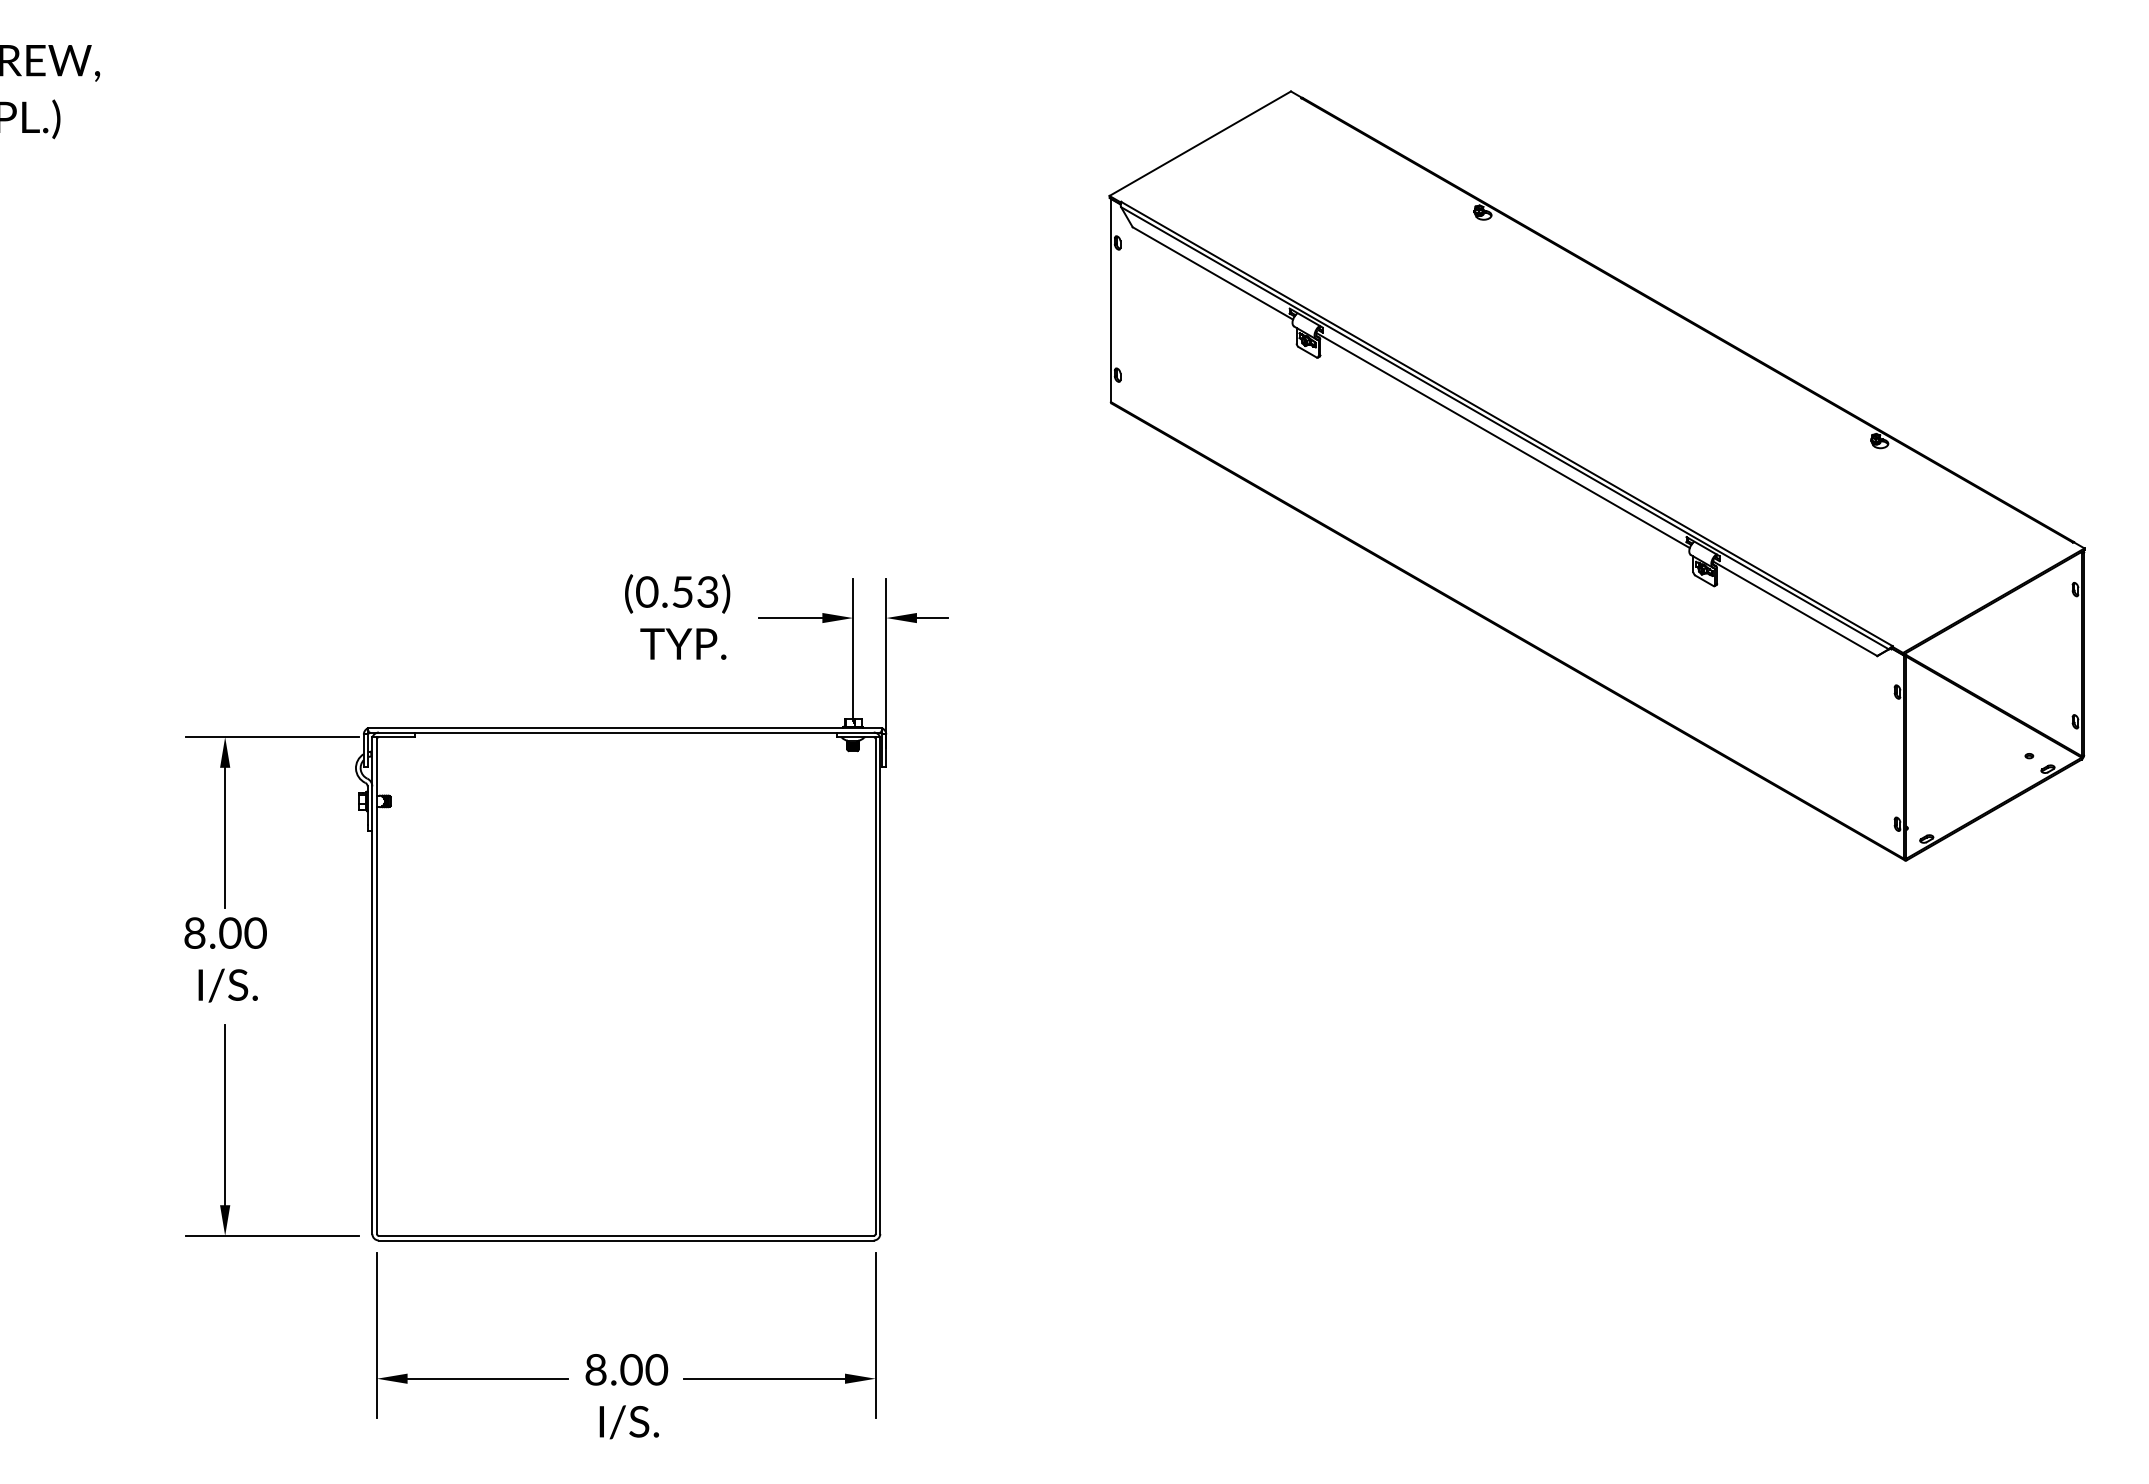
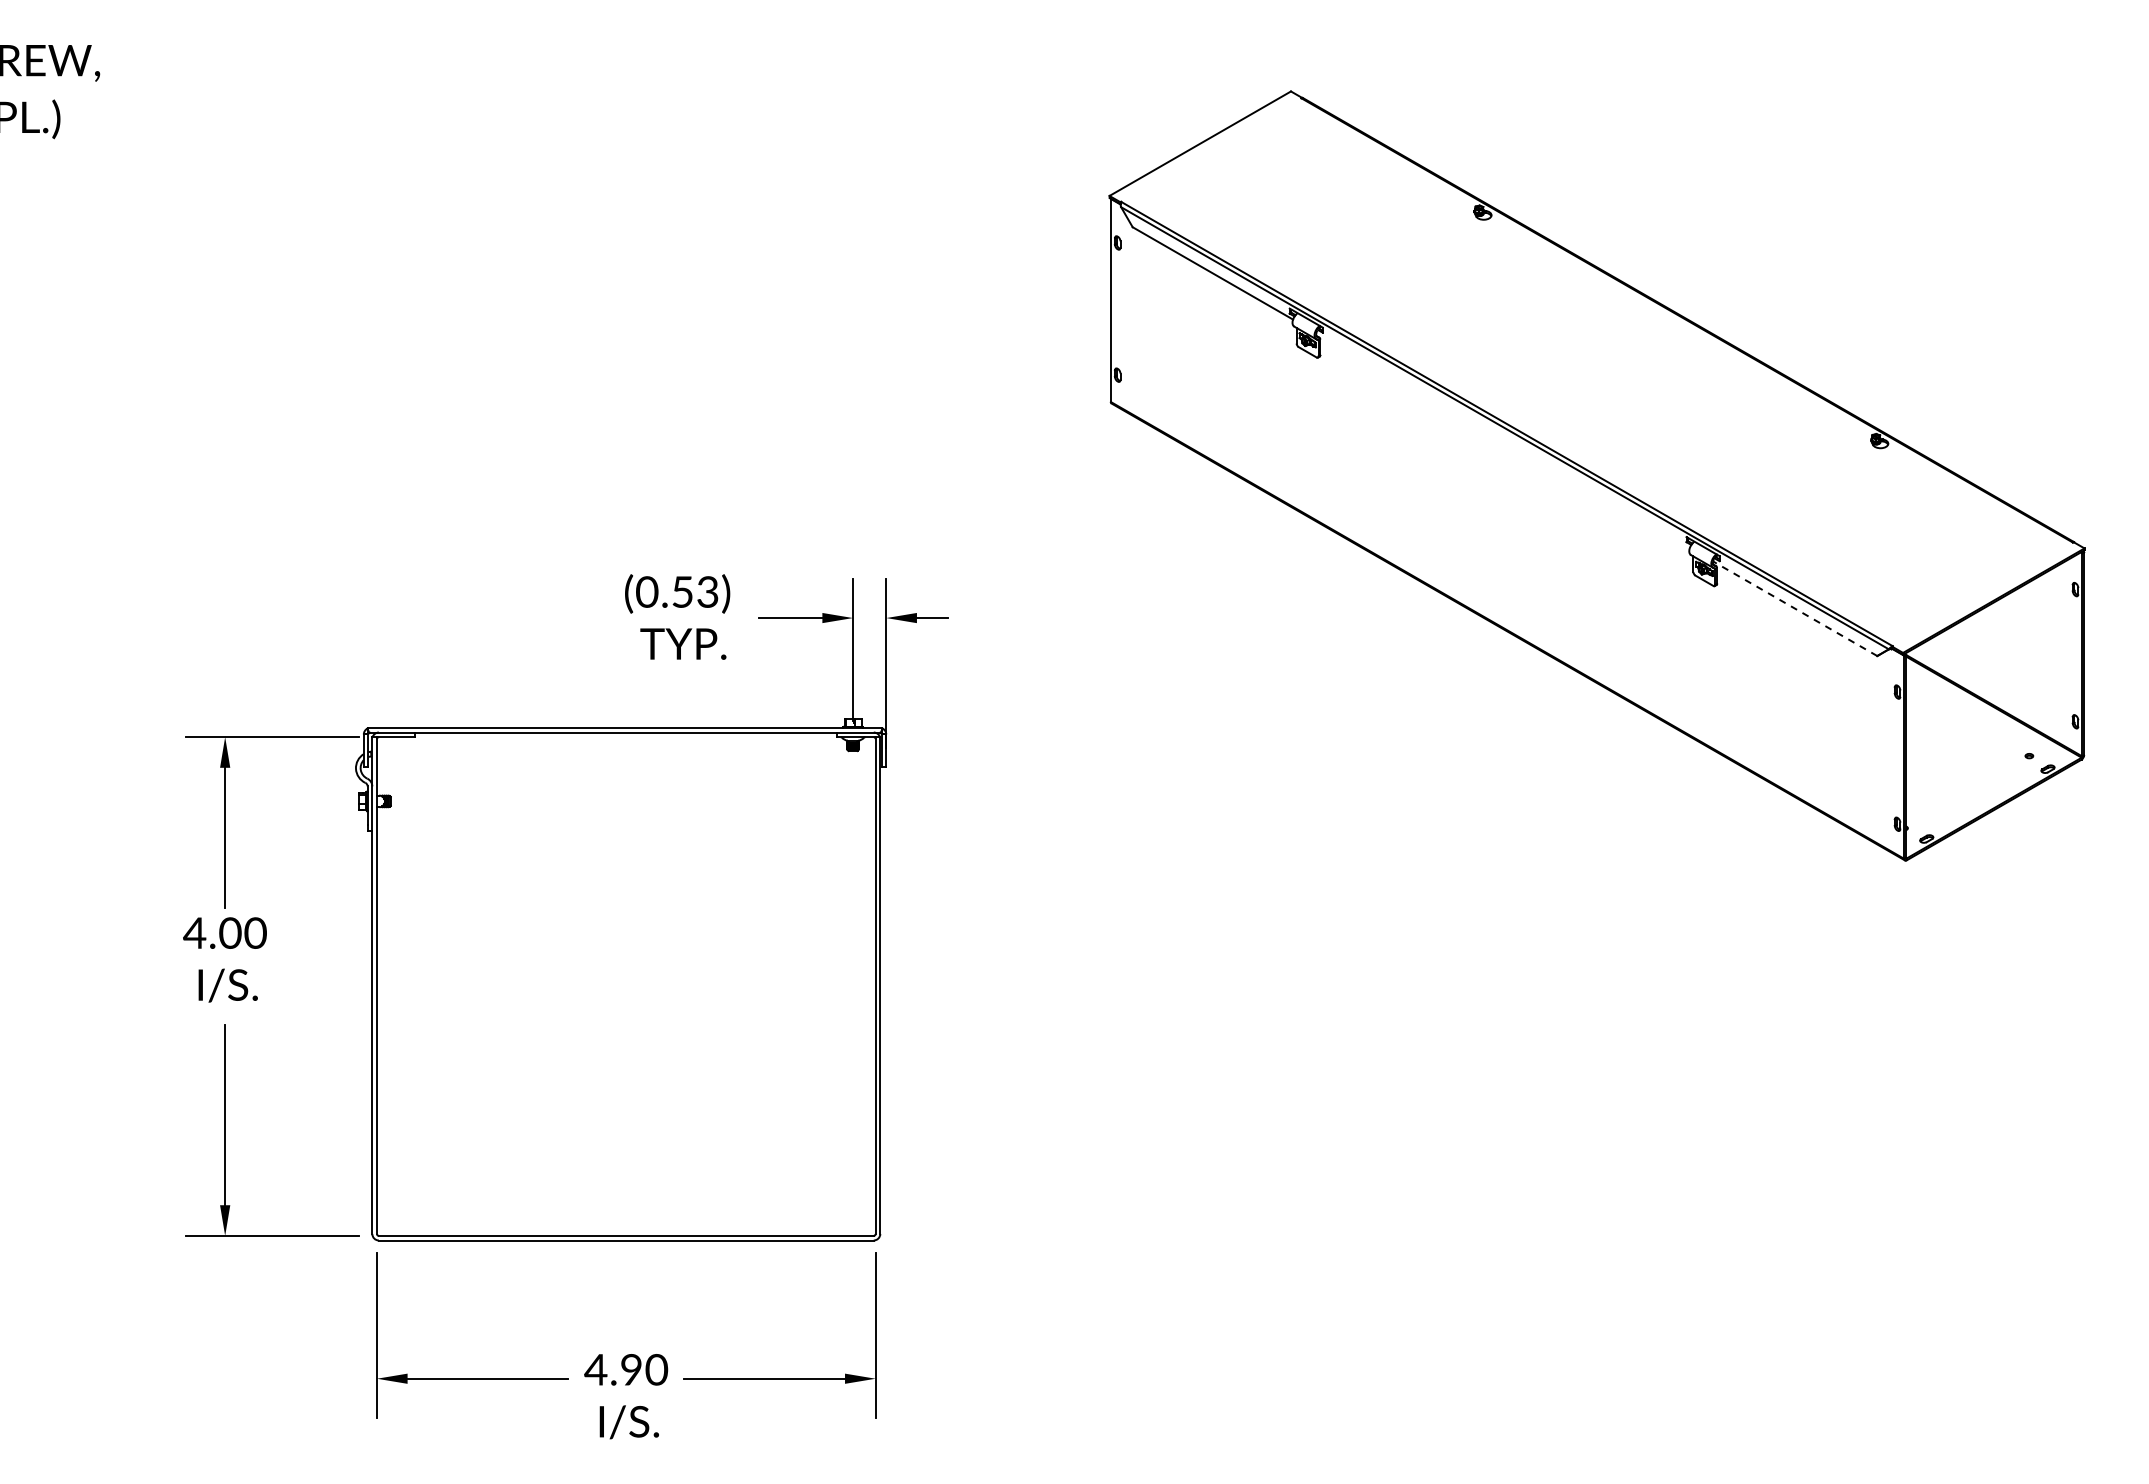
line at (1502, 440): present -> none
line at (1795, 608): solid -> dashed
text at (194, 932): 8.00 -> 4.00
text at (613, 1369): 8.00 -> 4.90
